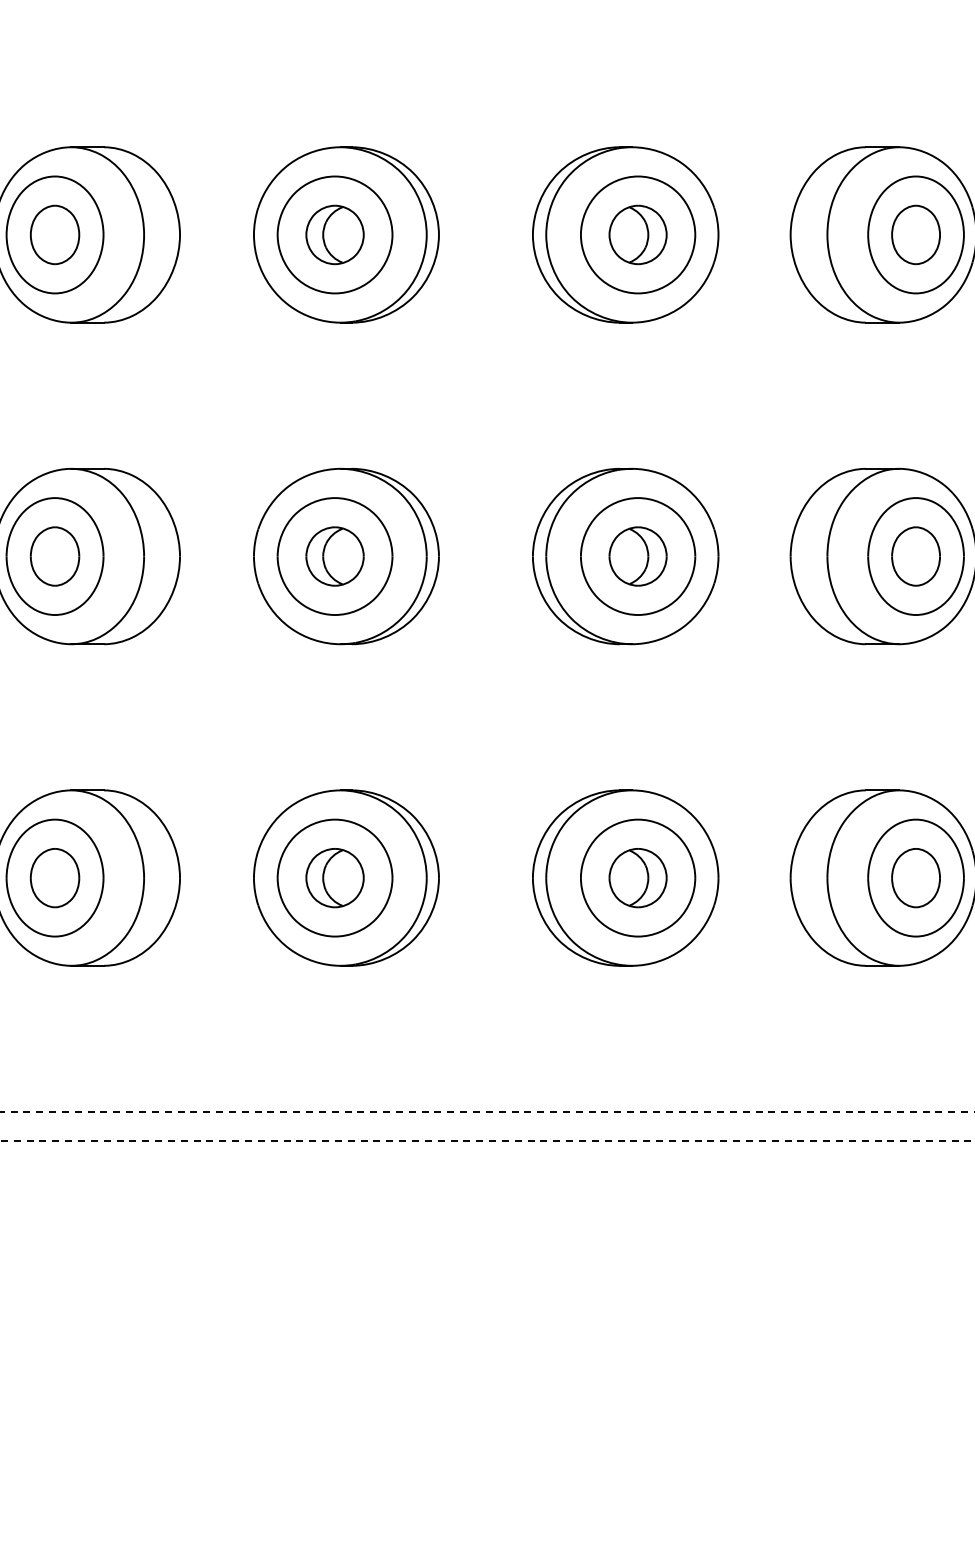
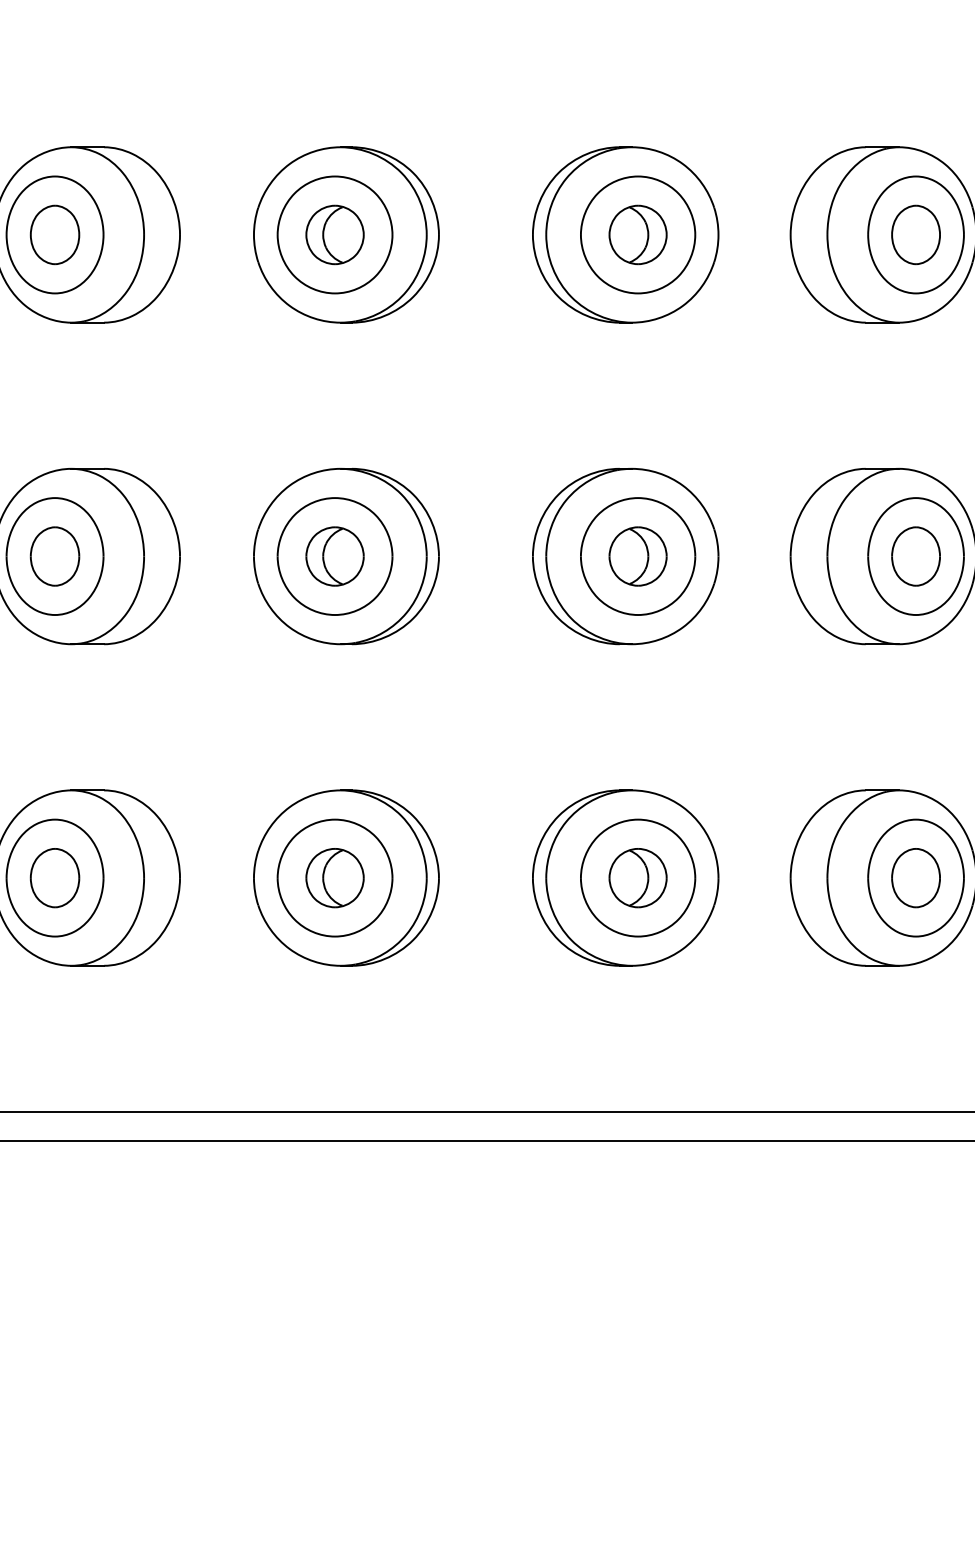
line at (487, 1111): dashed -> solid
line at (487, 1141): dashed -> solid
